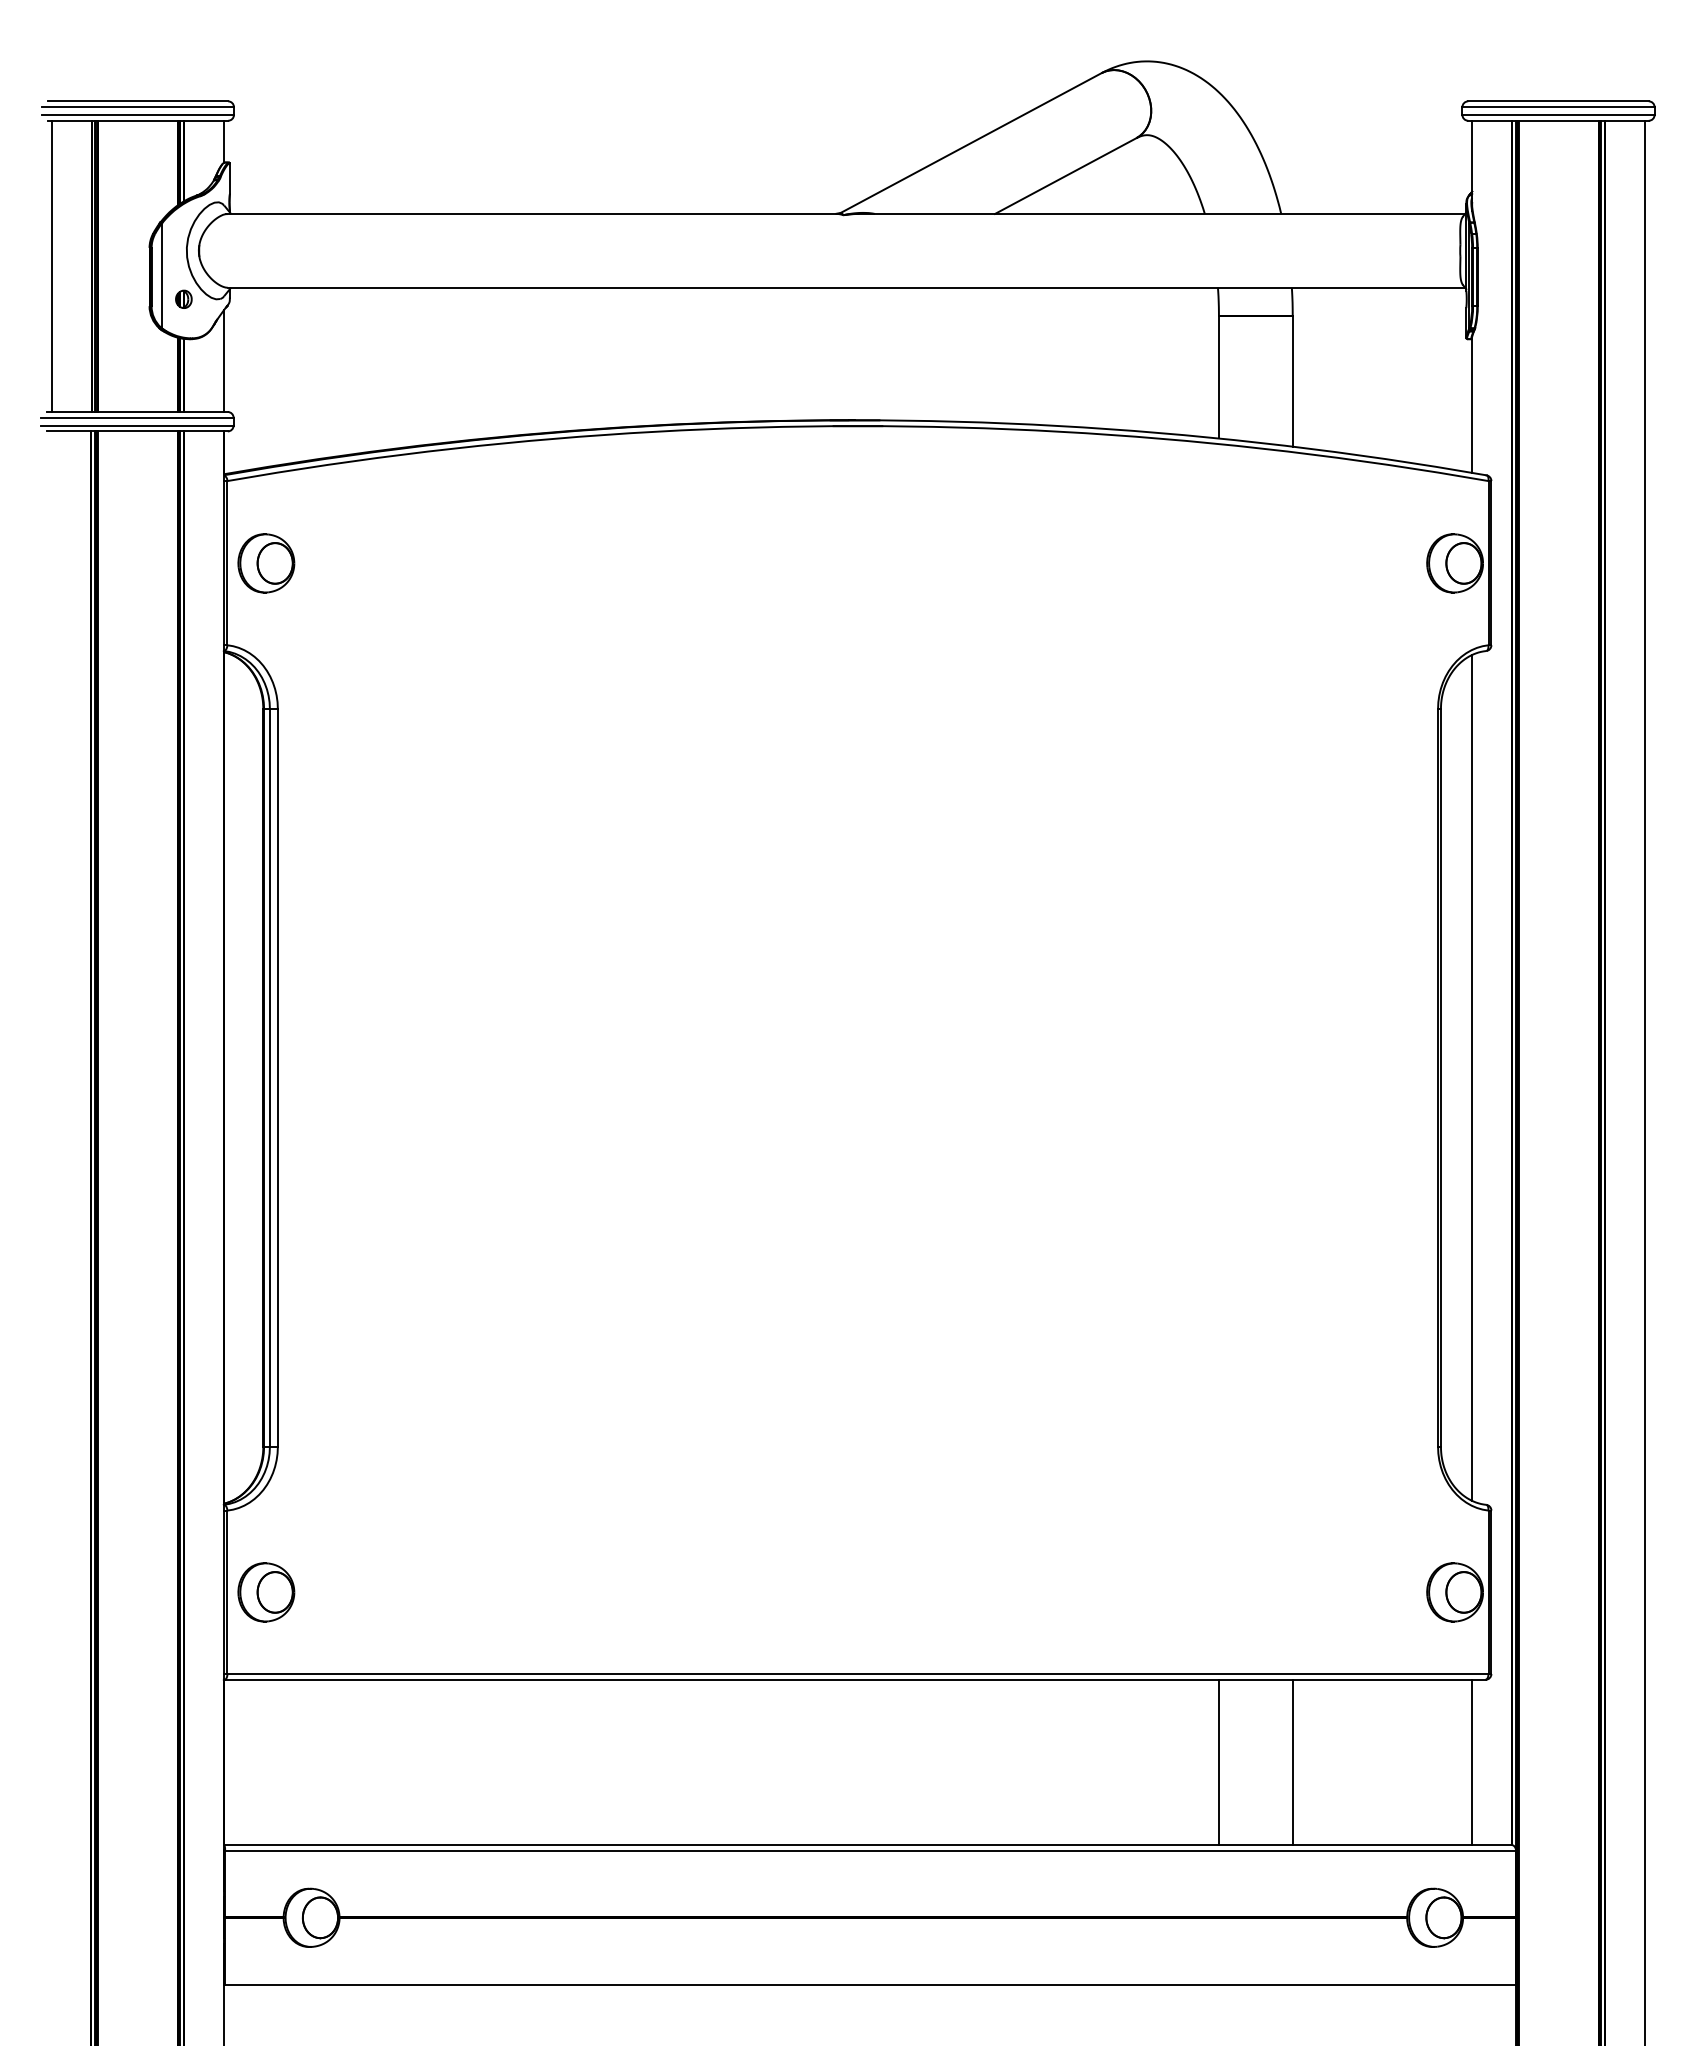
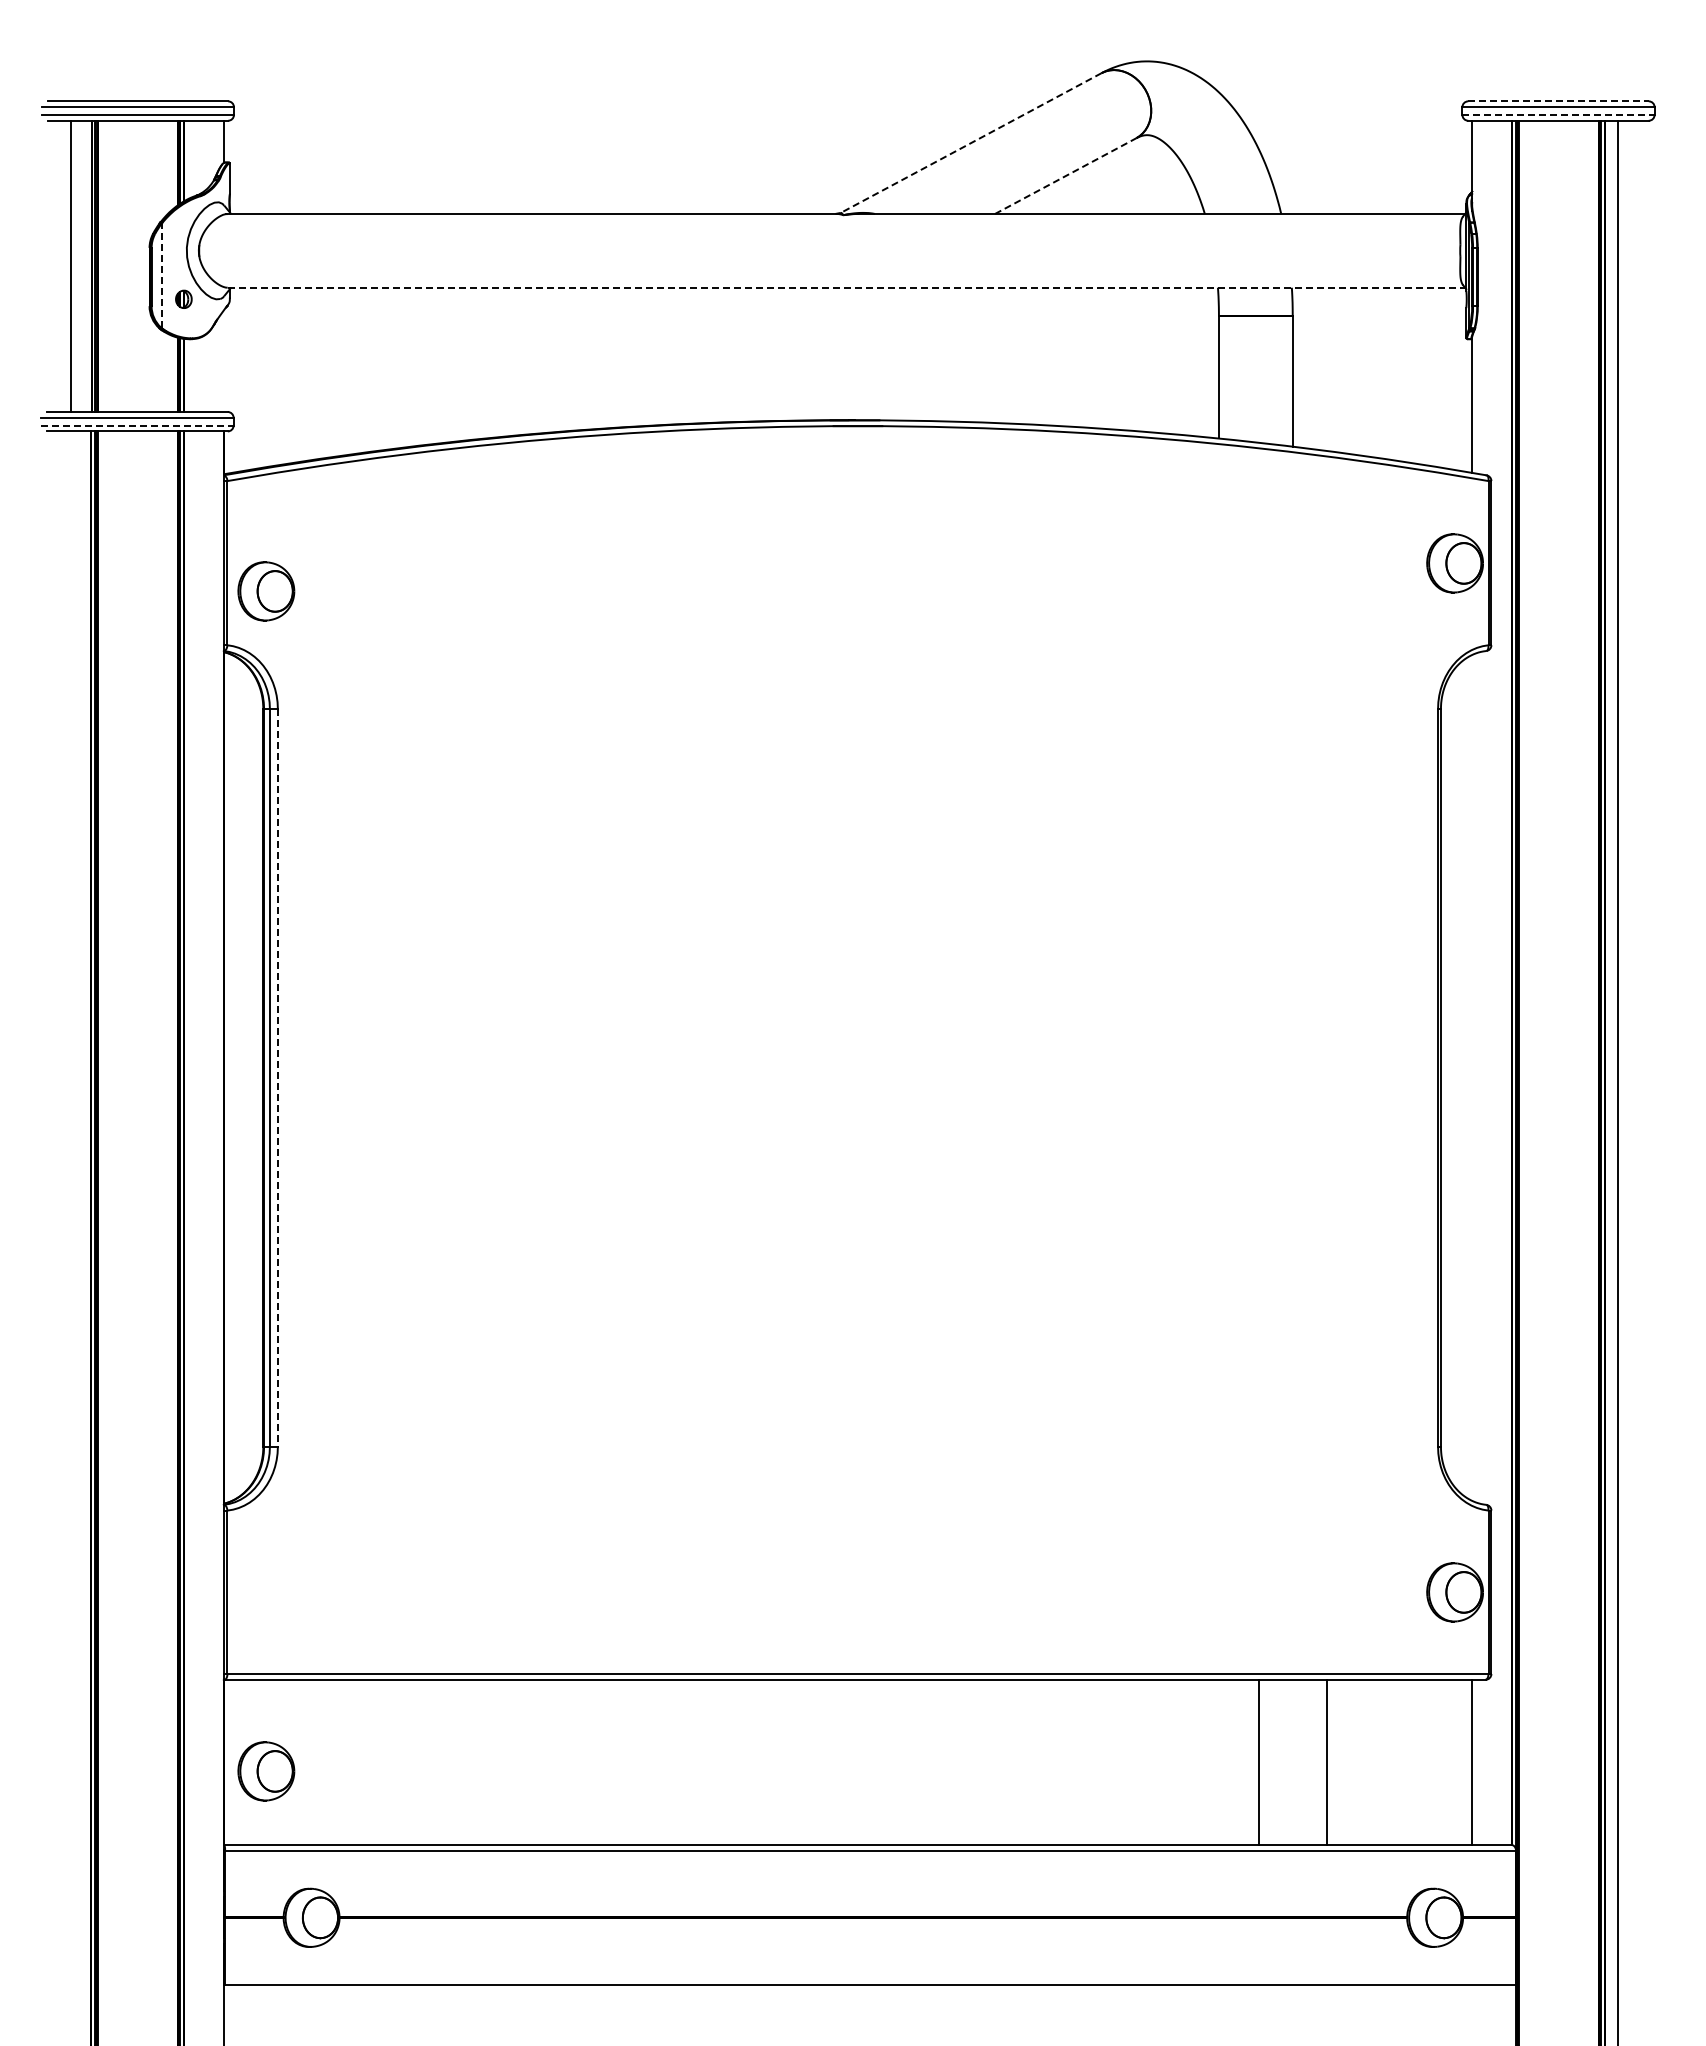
line at (1559, 101): solid -> dashed
line at (1559, 114): solid -> dashed
line at (971, 143): solid -> dashed
line at (1066, 175): solid -> dashed
line at (51, 266) position: (51, 266) -> (70, 266)
line at (161, 275): solid -> dashed
line at (846, 287): solid -> dashed
line at (224, 360): present -> none
line at (138, 425): solid -> dashed
part at (266, 563) position: (266, 563) -> (266, 591)
line at (277, 1077): solid -> dashed
line at (1472, 1077): present -> none
line at (1644, 1081) position: (1644, 1081) -> (1617, 1081)
part at (266, 1592) position: (266, 1592) -> (266, 1771)
line at (1218, 1761) position: (1218, 1761) -> (1258, 1761)
line at (1292, 1761) position: (1292, 1761) -> (1326, 1761)
